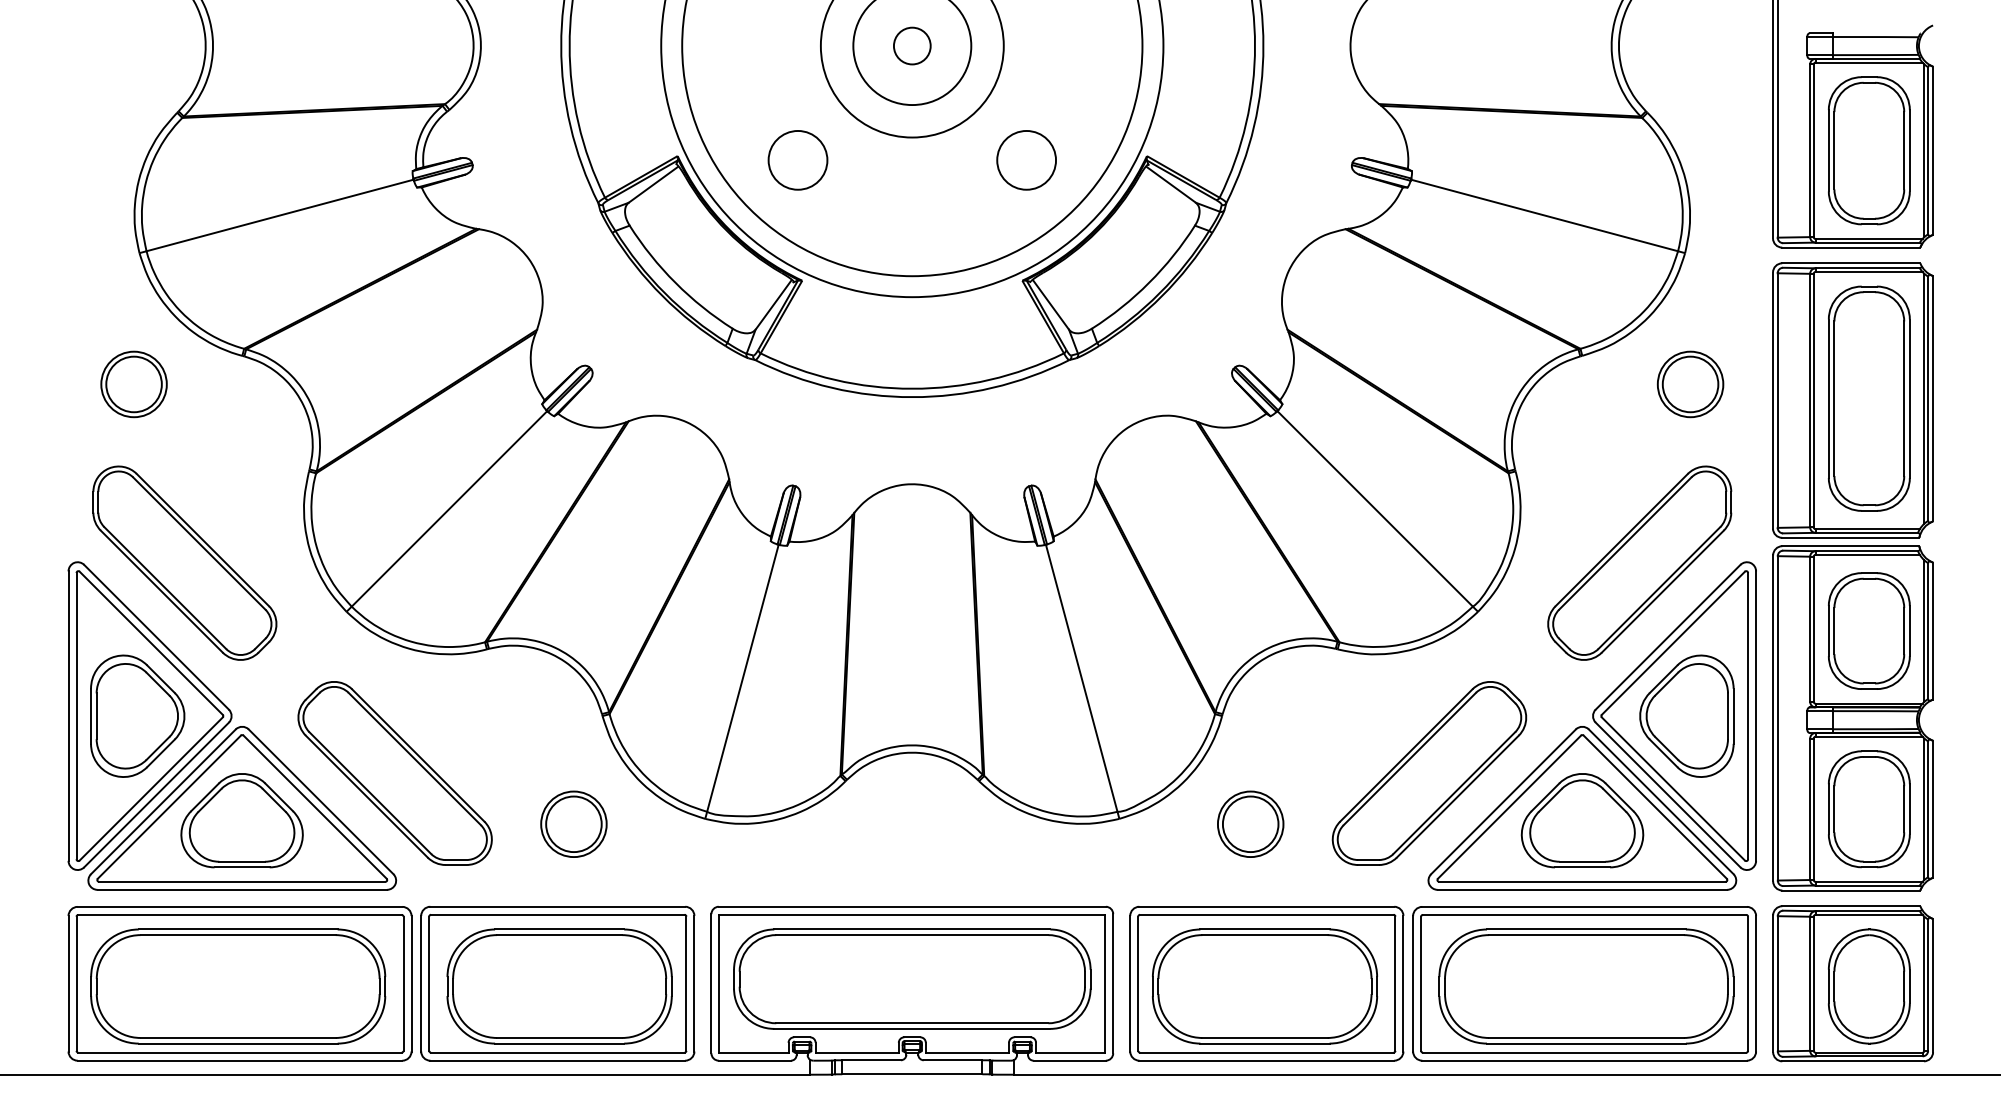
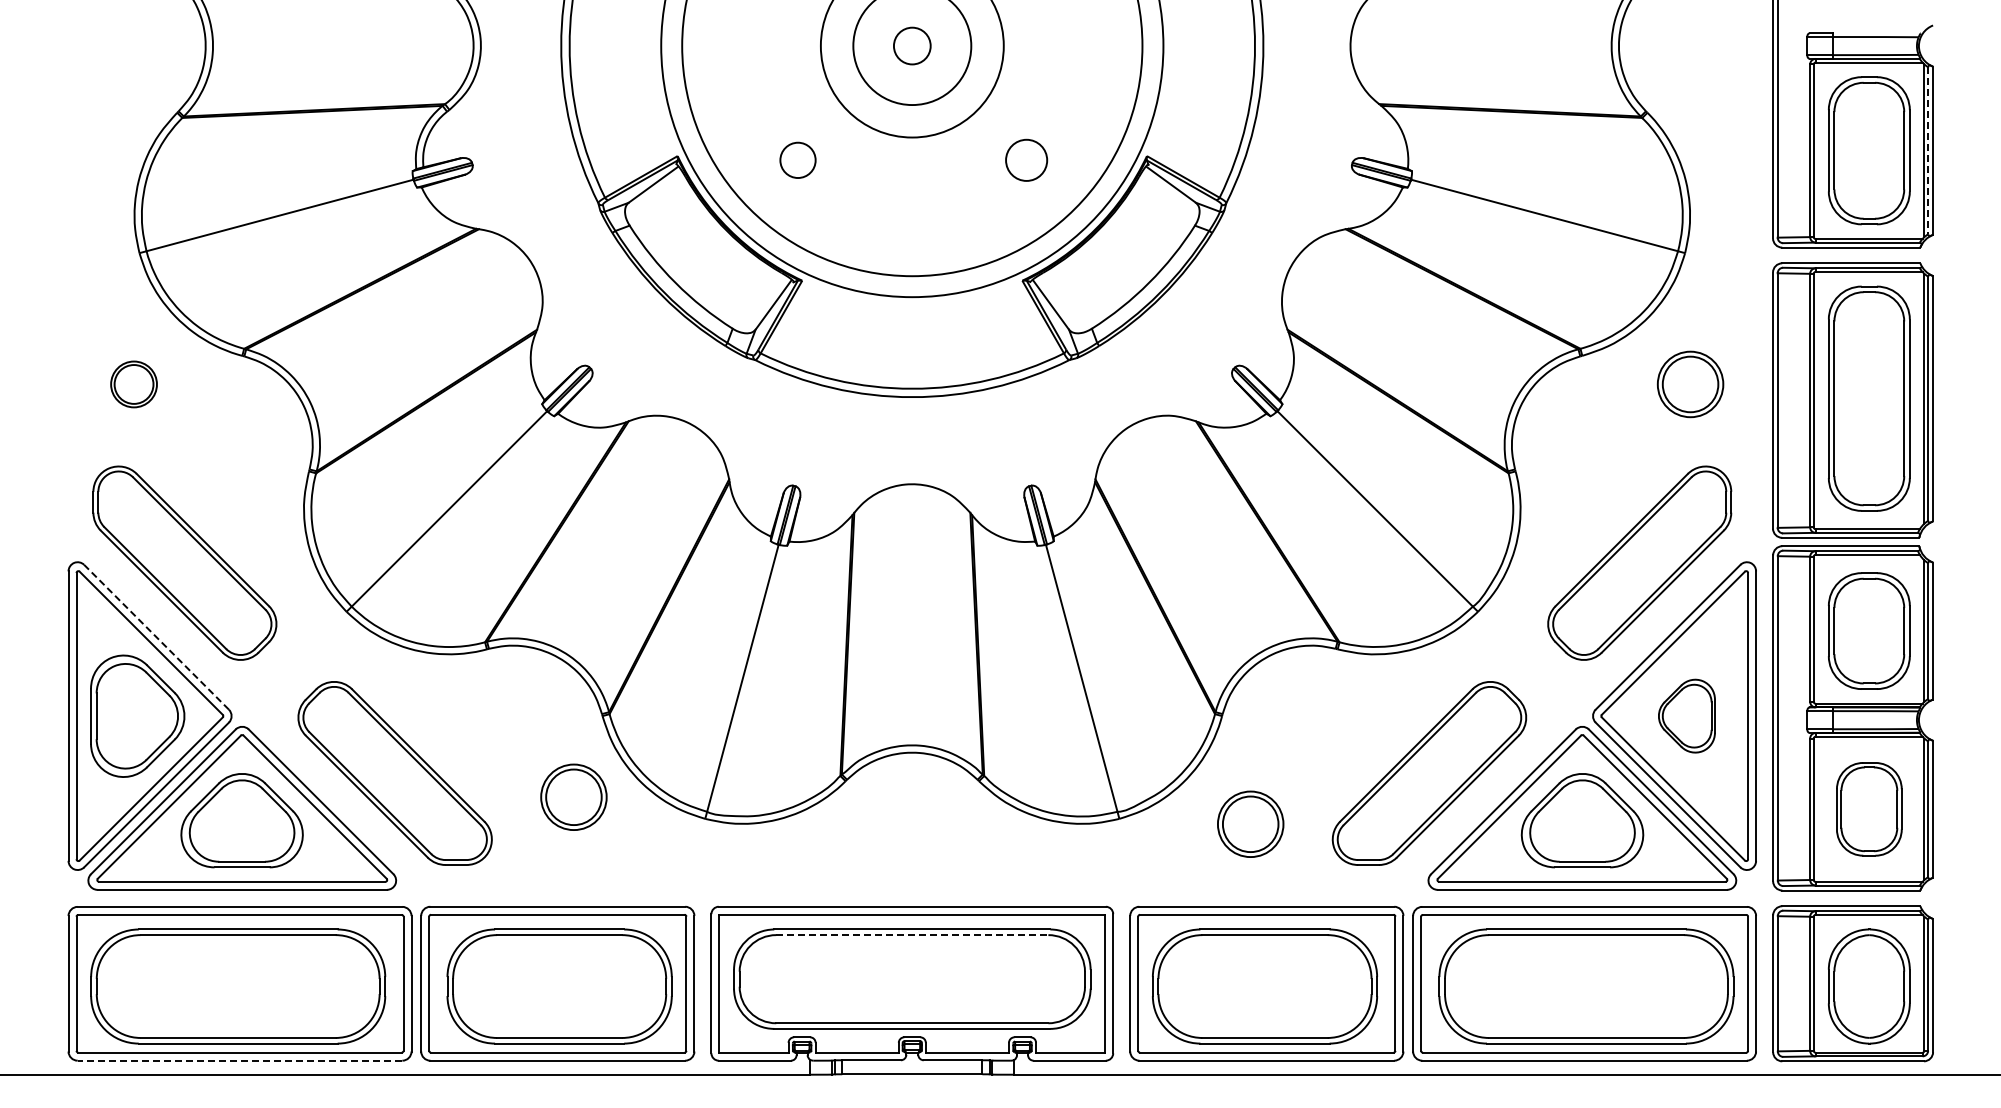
line at (1928, 150): solid -> dashed
circle at (797, 159) diameter: 59 px -> 35 px
circle at (1026, 159) diameter: 59 px -> 41 px
part at (133, 384) size: 68x69 px -> 48x49 px
line at (156, 636): solid -> dashed
part at (1686, 715) size: 96x124 px -> 58x76 px
part at (1869, 809) size: 83x119 px -> 67x95 px
part at (573, 823) position: (573, 823) -> (573, 796)
line at (912, 935): solid -> dashed
line at (239, 1060): solid -> dashed
